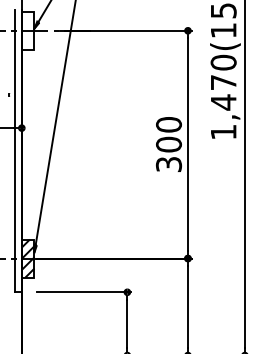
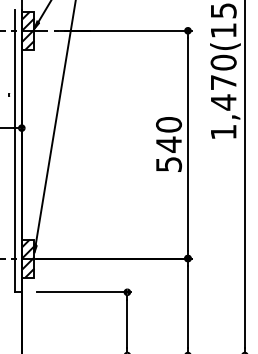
hatch at (27, 30): none -> present
text at (168, 153): 300 -> 540
